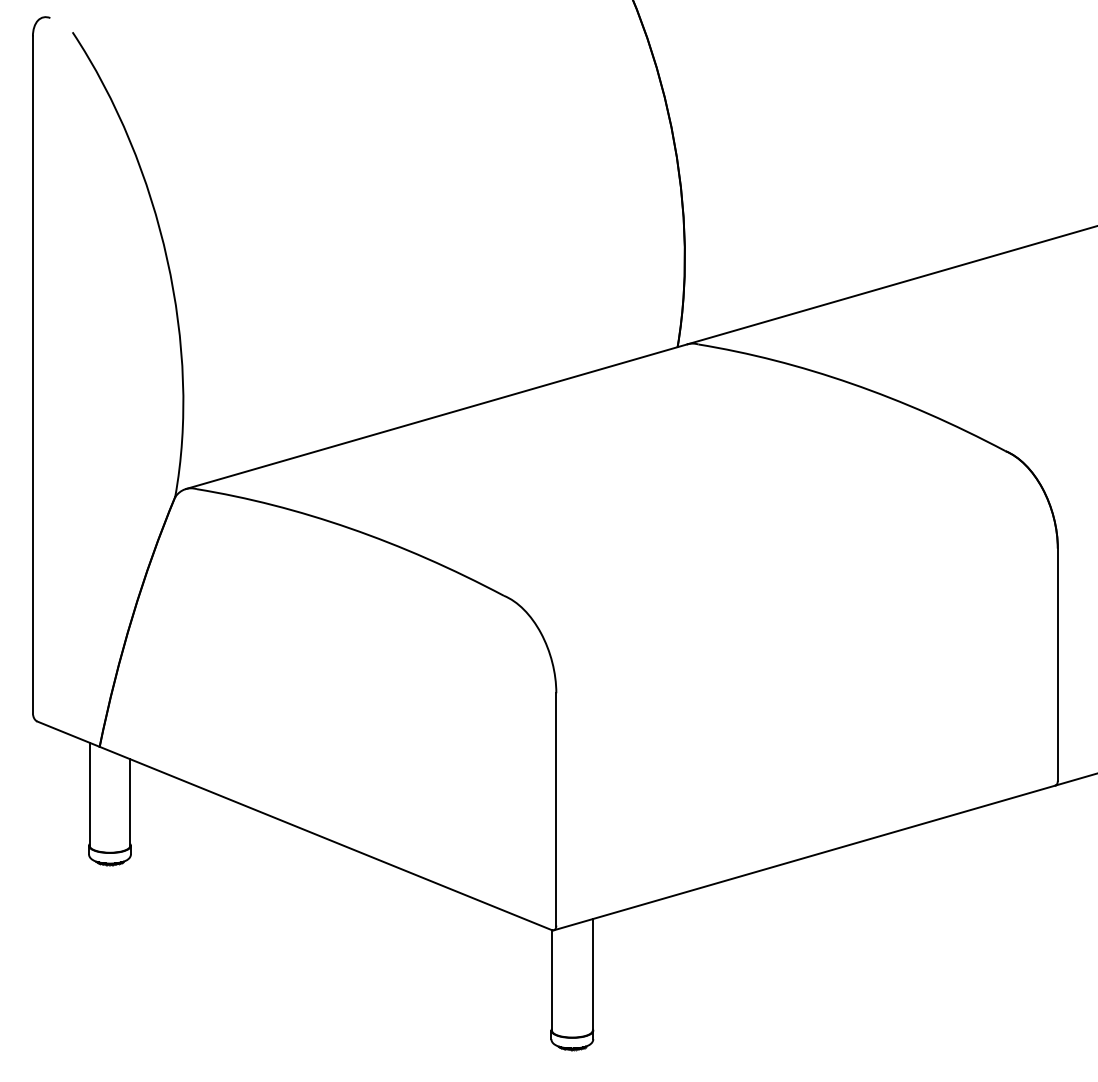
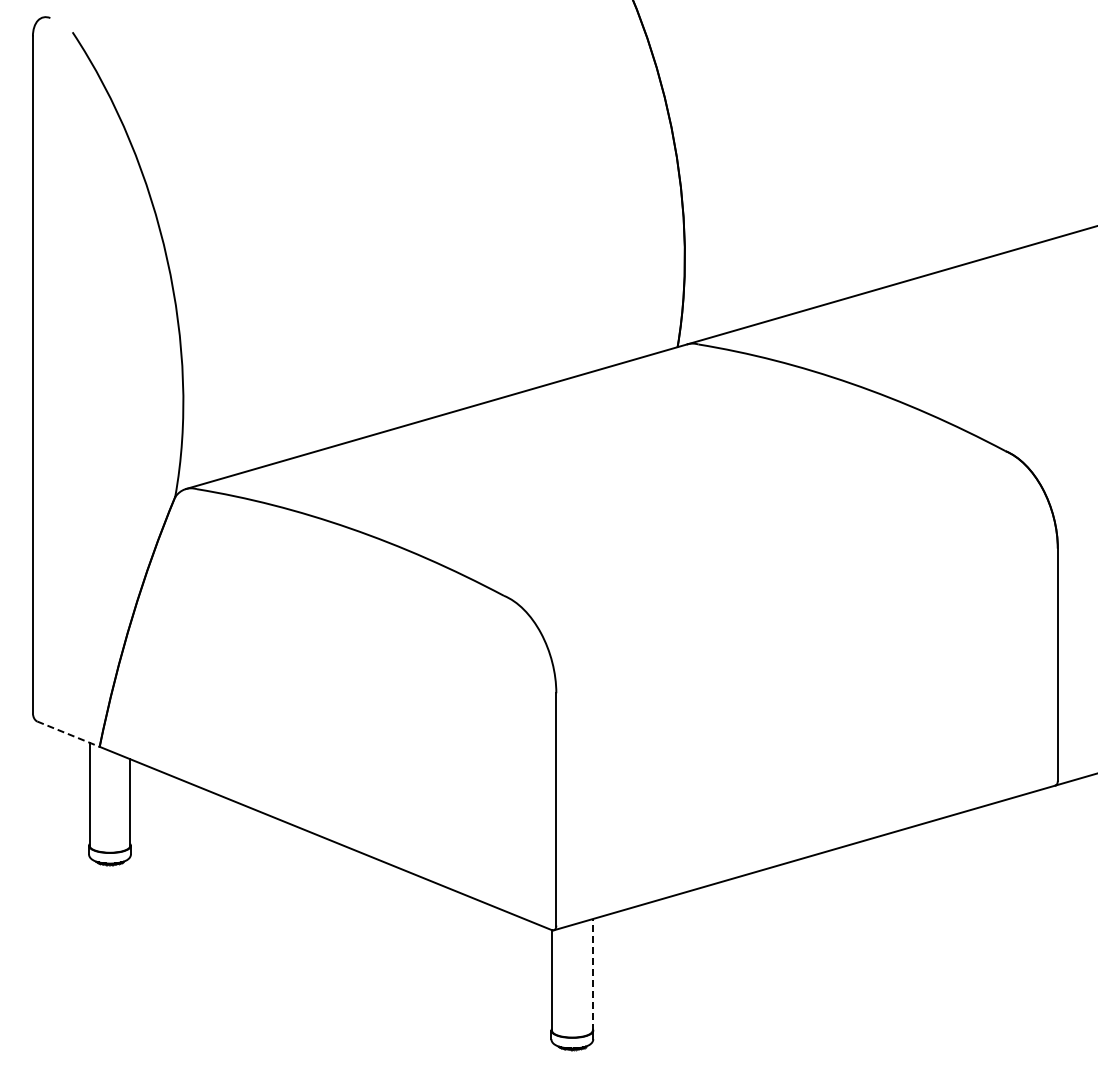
line at (68, 734): solid -> dashed
line at (592, 974): solid -> dashed
